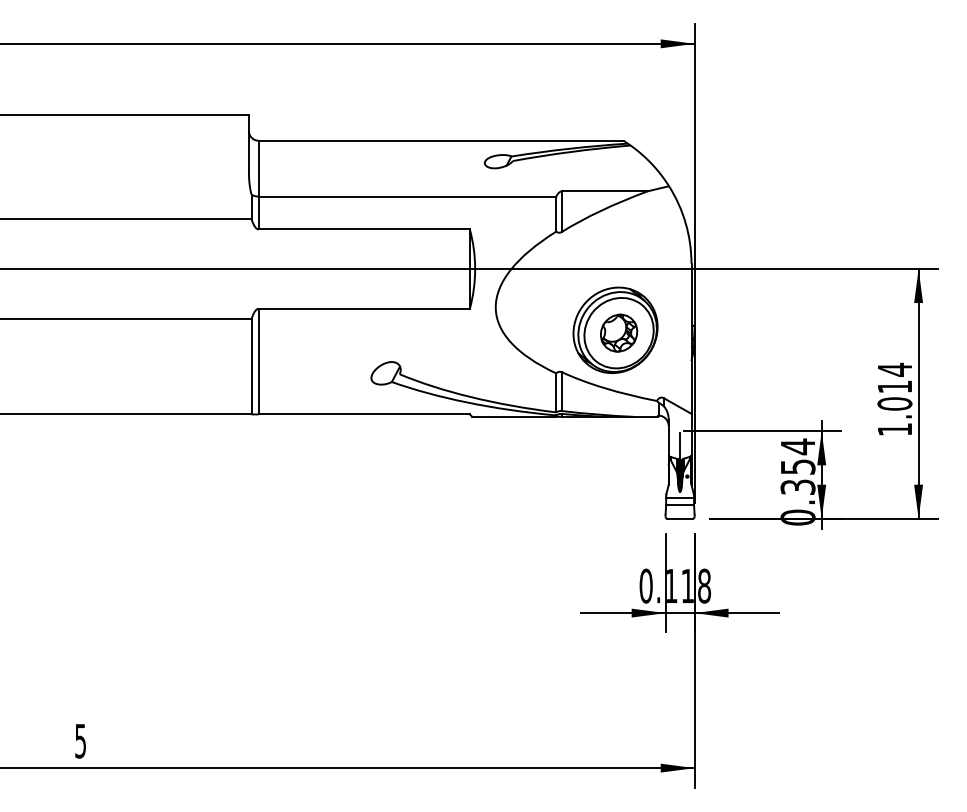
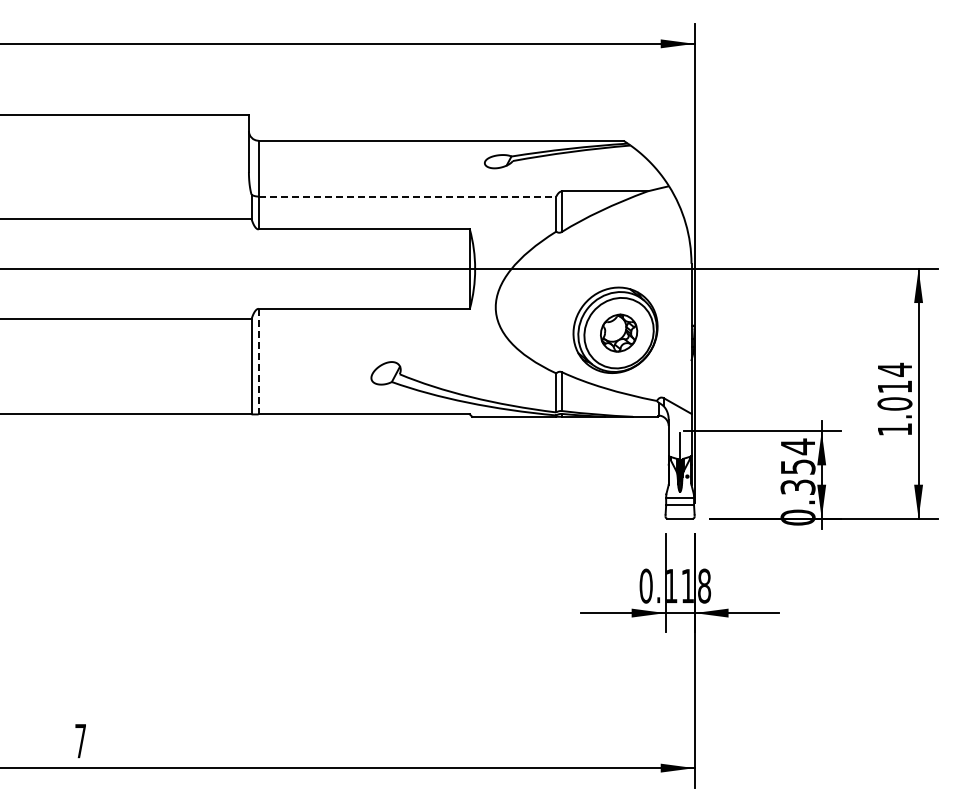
line at (407, 196): solid -> dashed
line at (258, 361): solid -> dashed
text at (80, 741): 5 -> 7
